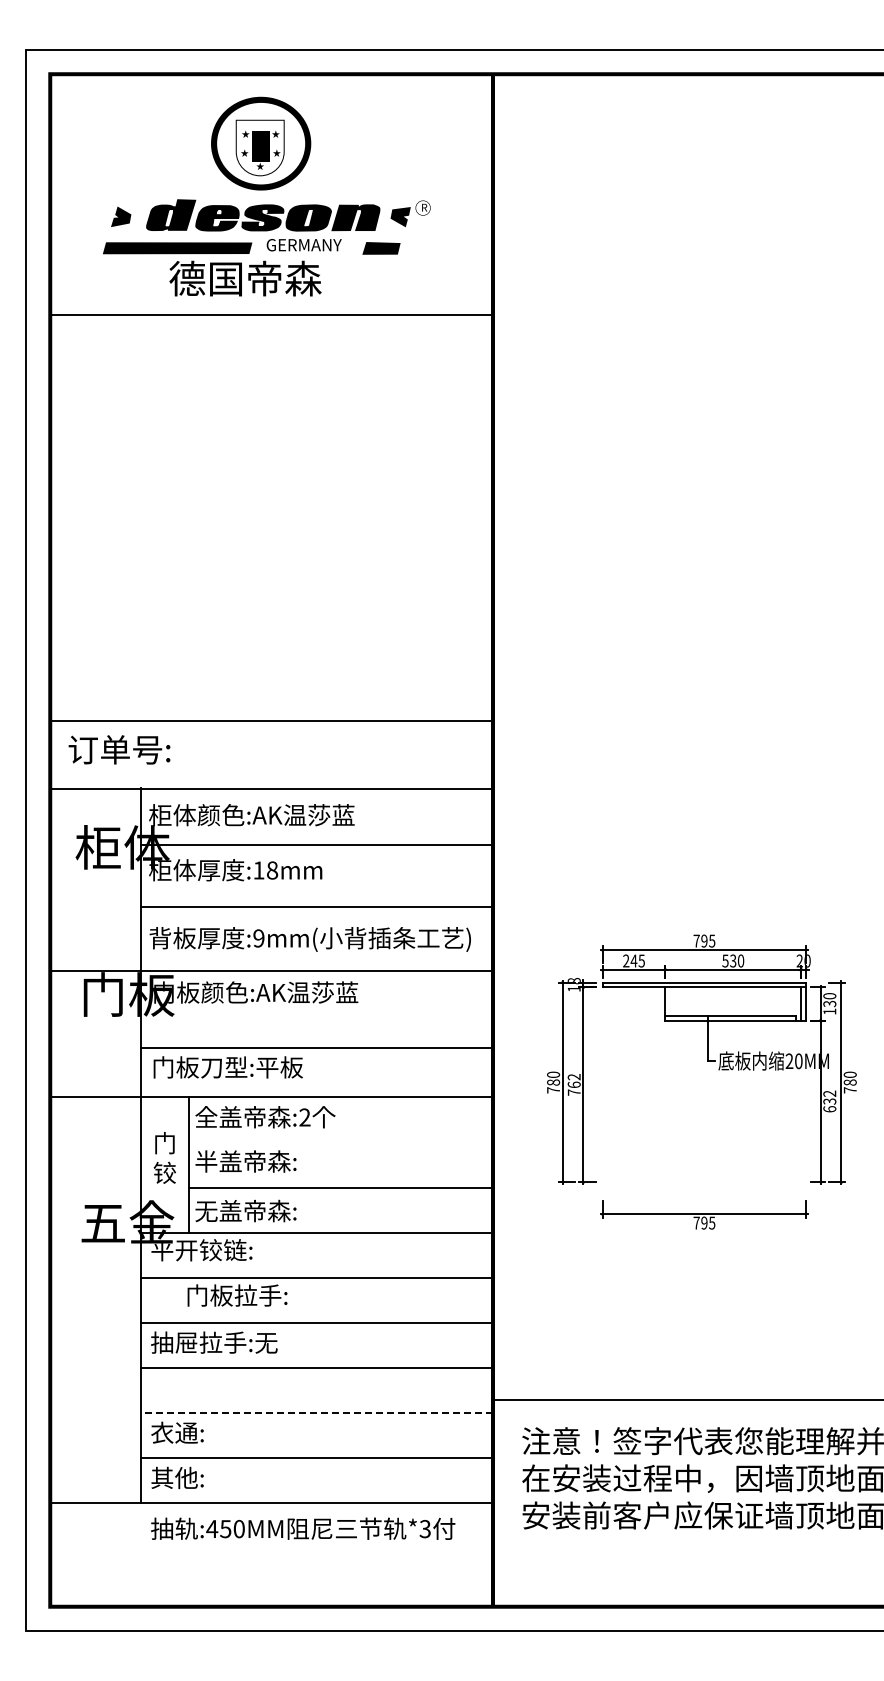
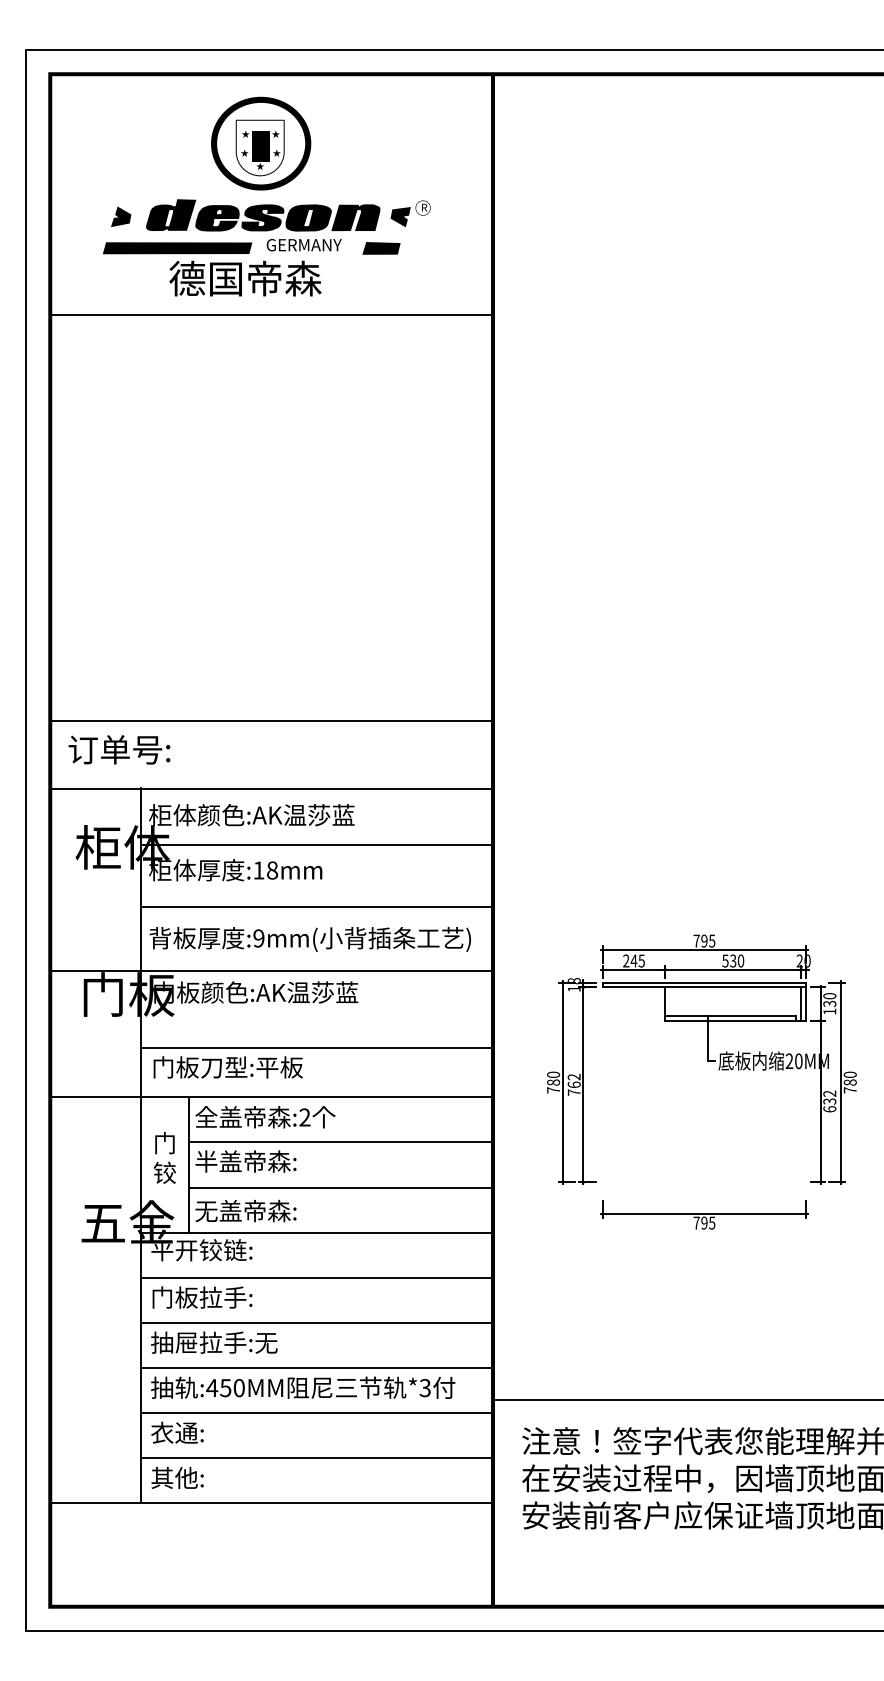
line at (341, 1142): none -> present
text at (237, 1295) position: (237, 1295) -> (202, 1297)
line at (317, 1413): dashed -> solid
text at (303, 1528) position: (303, 1528) -> (303, 1387)
